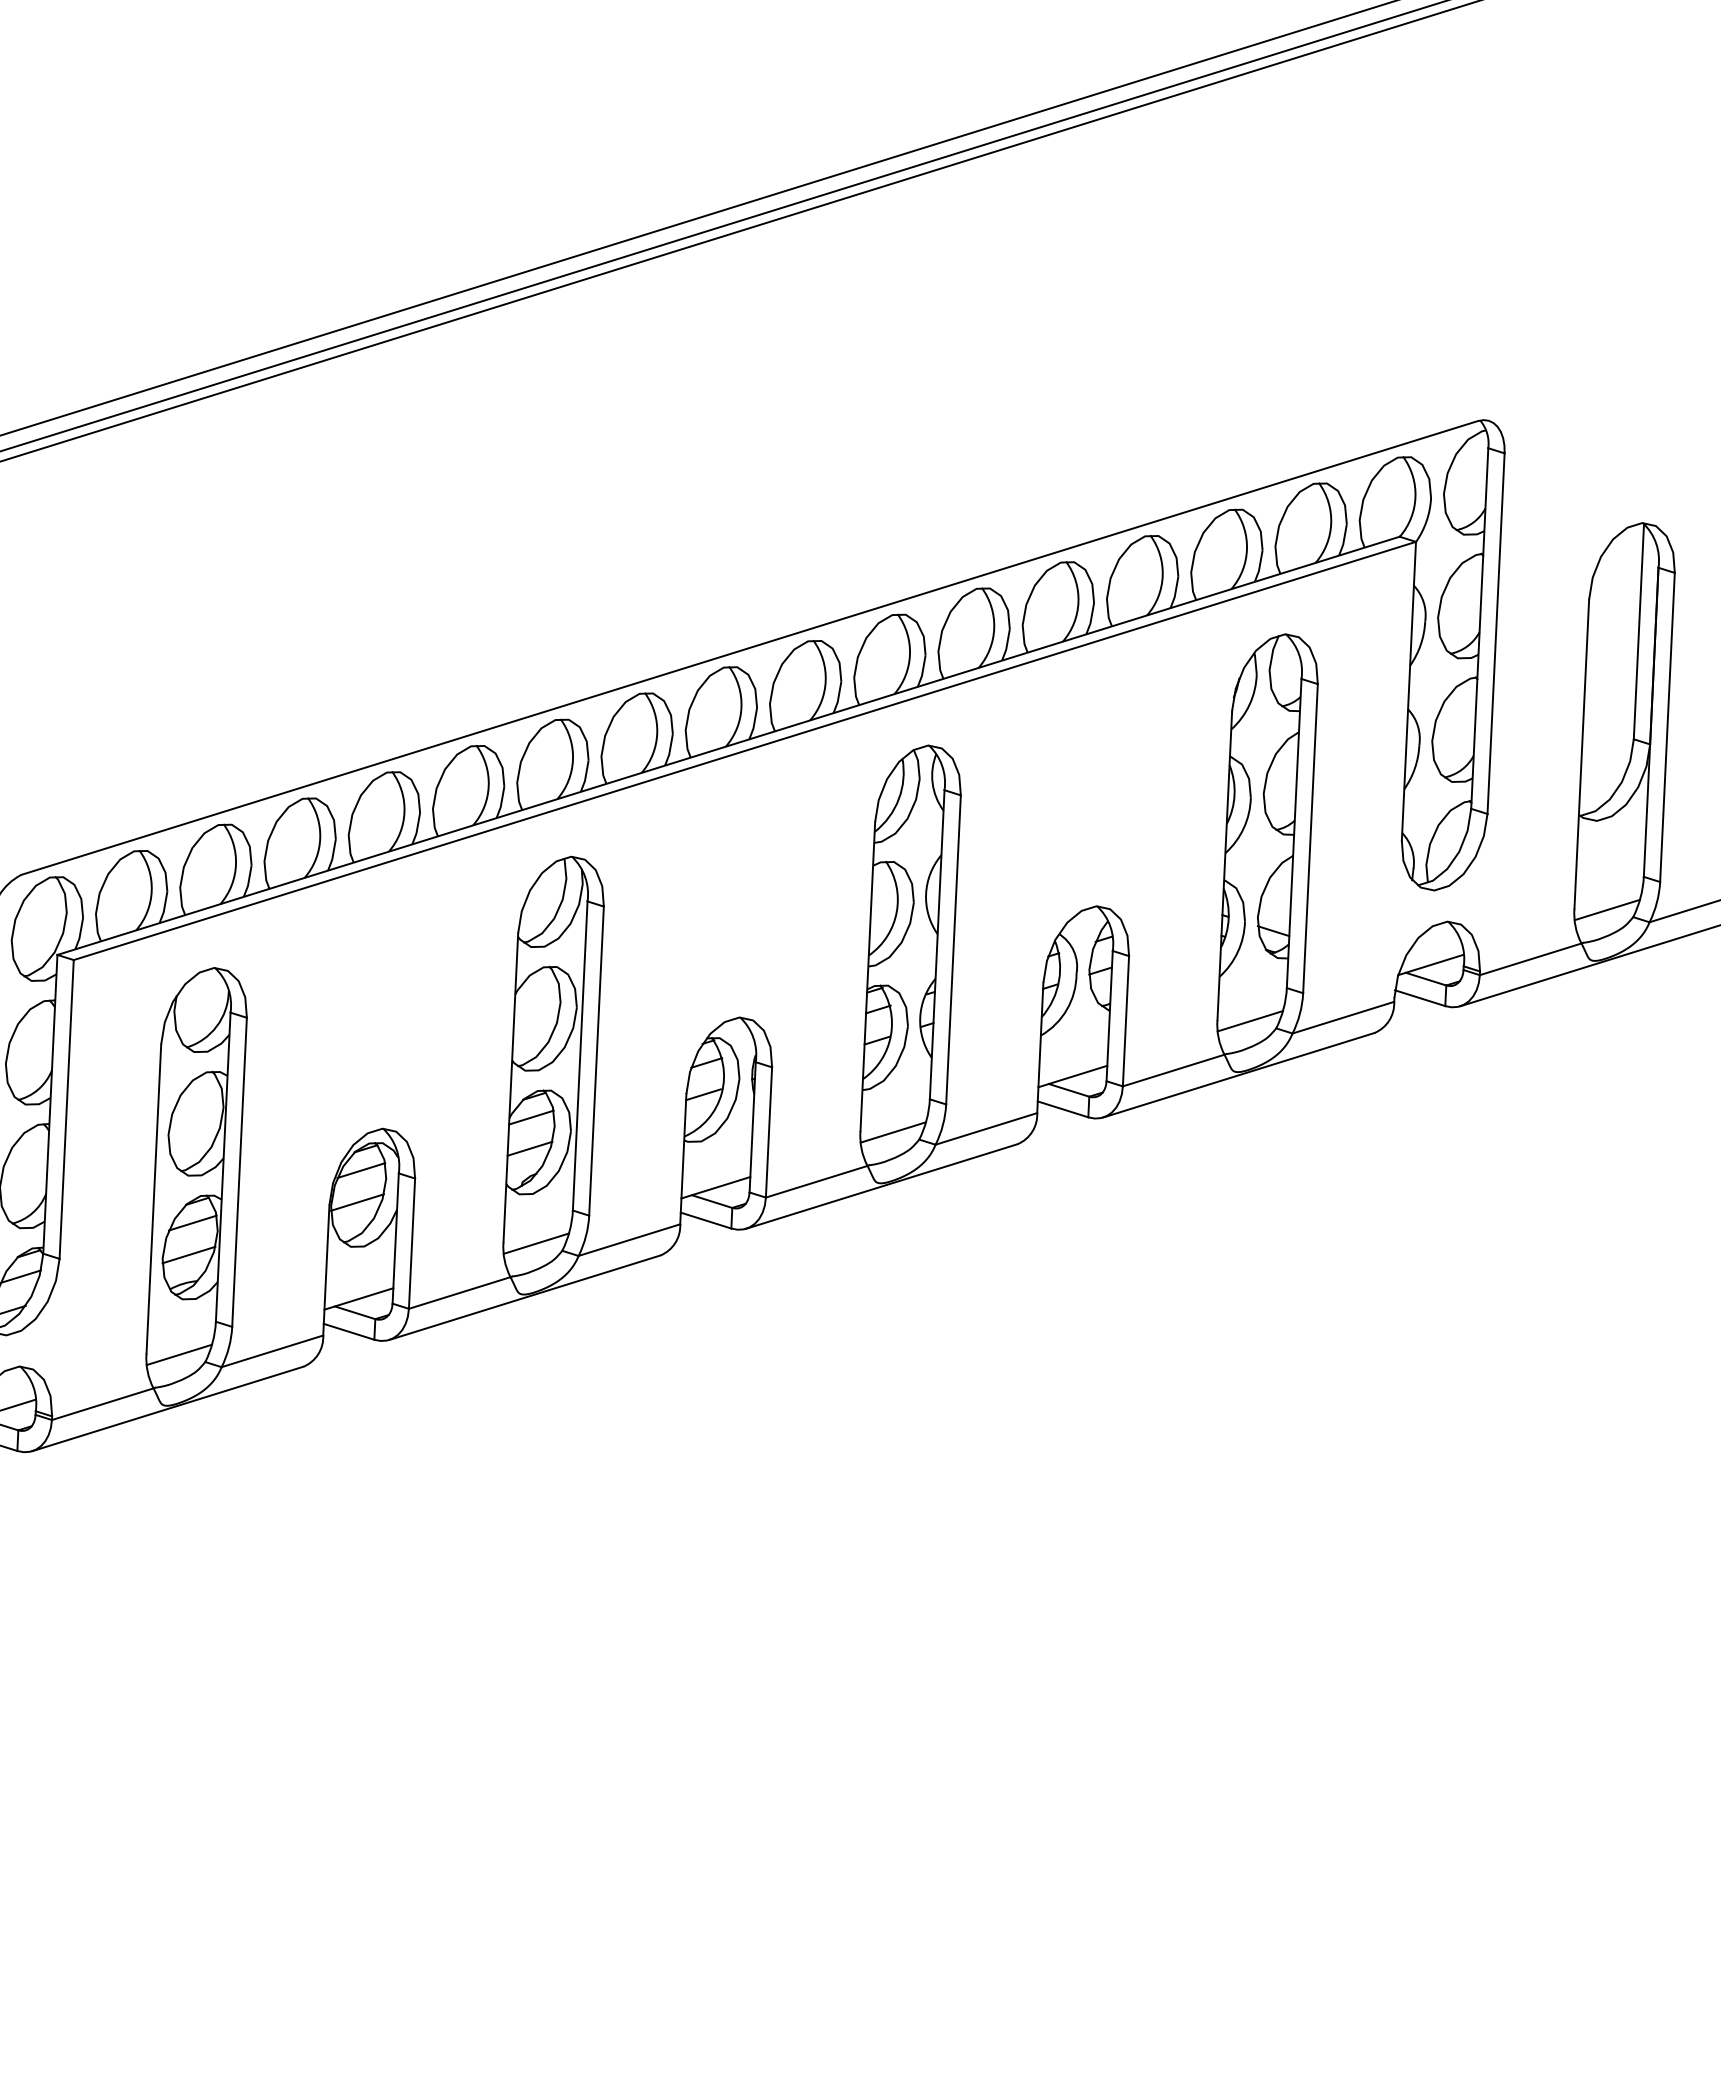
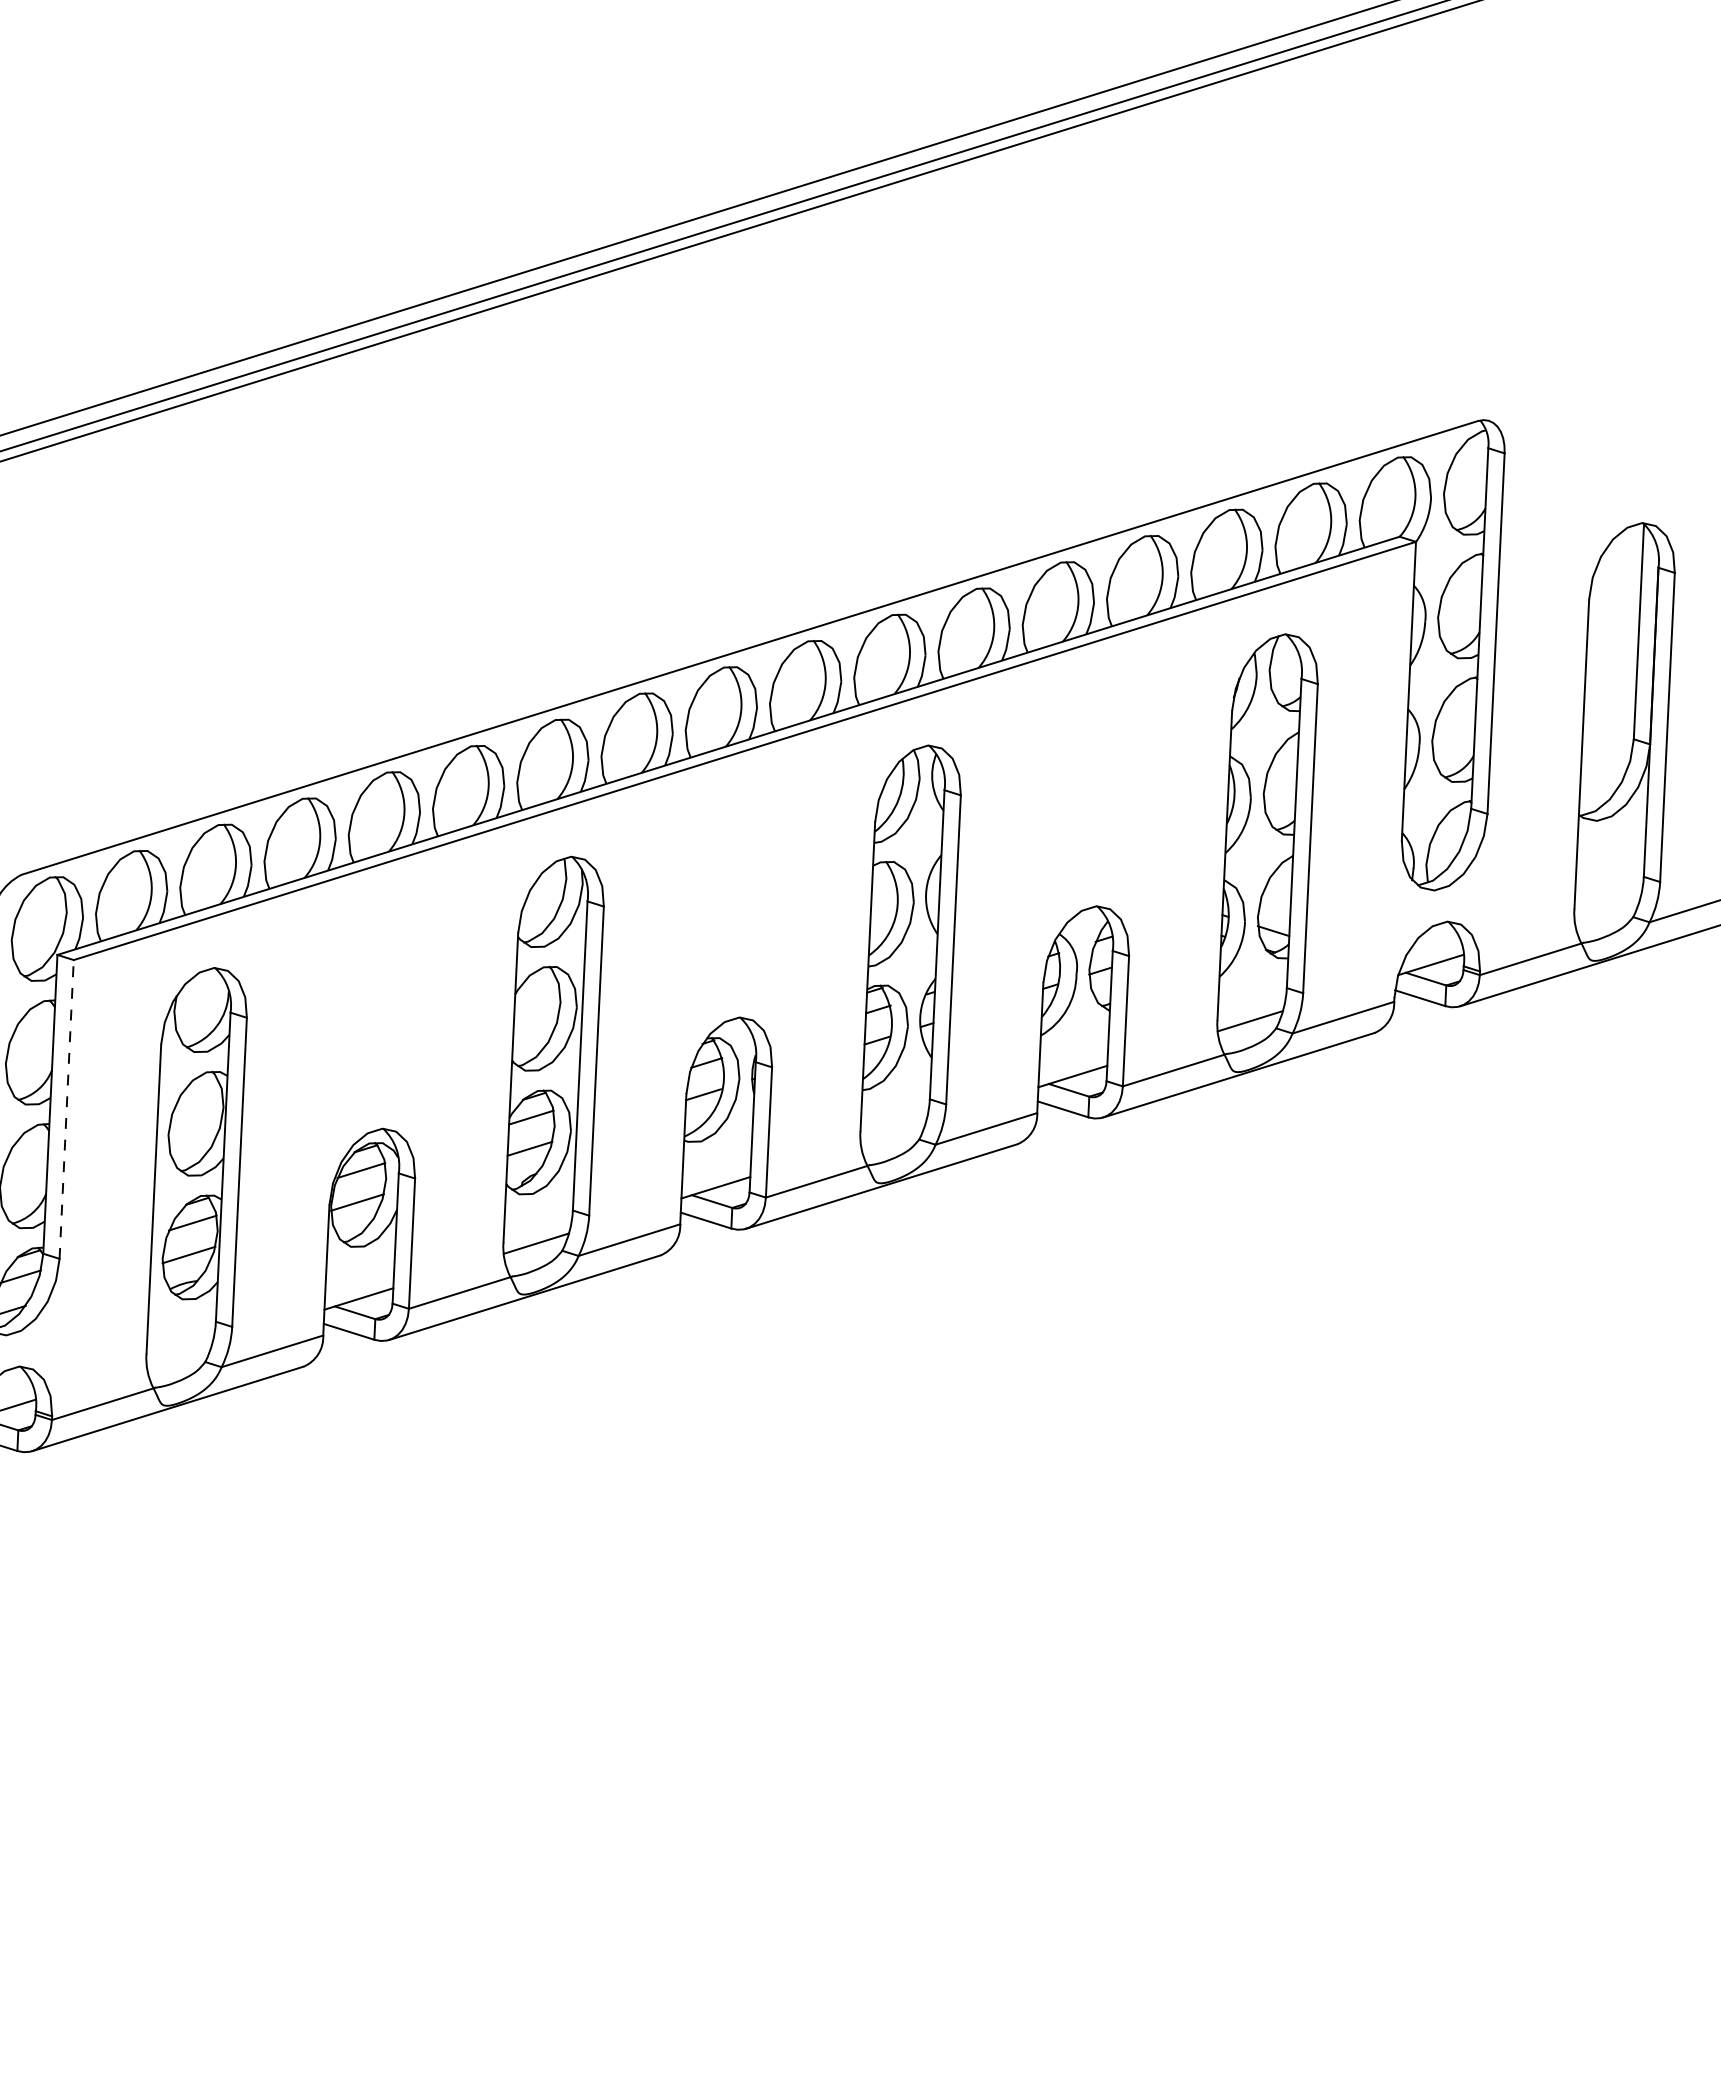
line at (1606, 909): present -> none
line at (66, 1109): solid -> dashed
line at (893, 1132): present -> none
line at (179, 1354): present -> none
